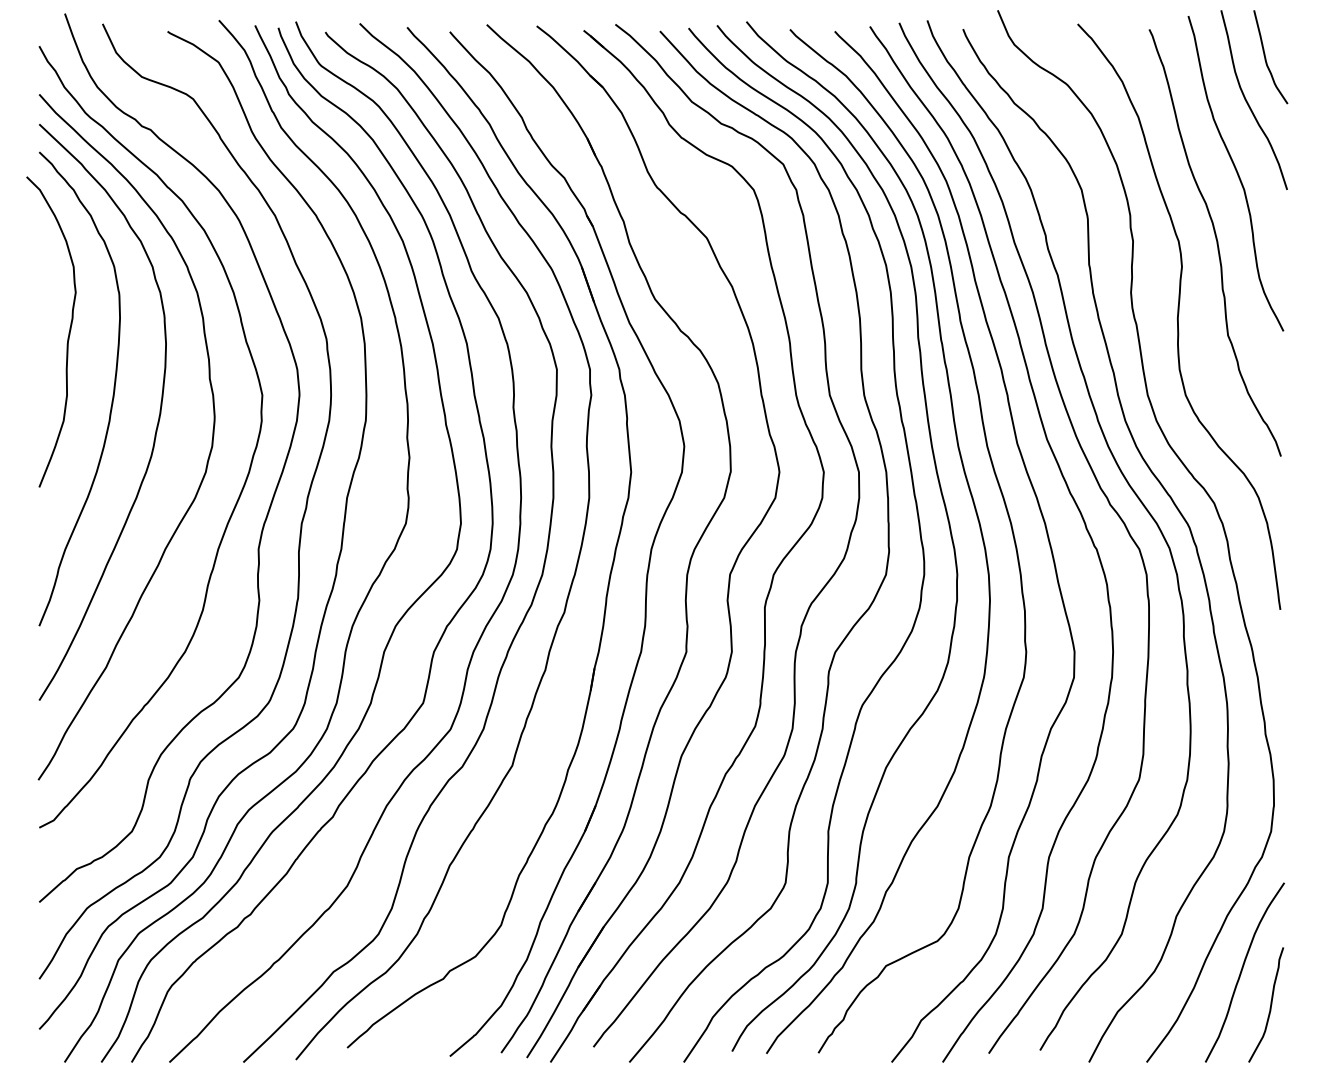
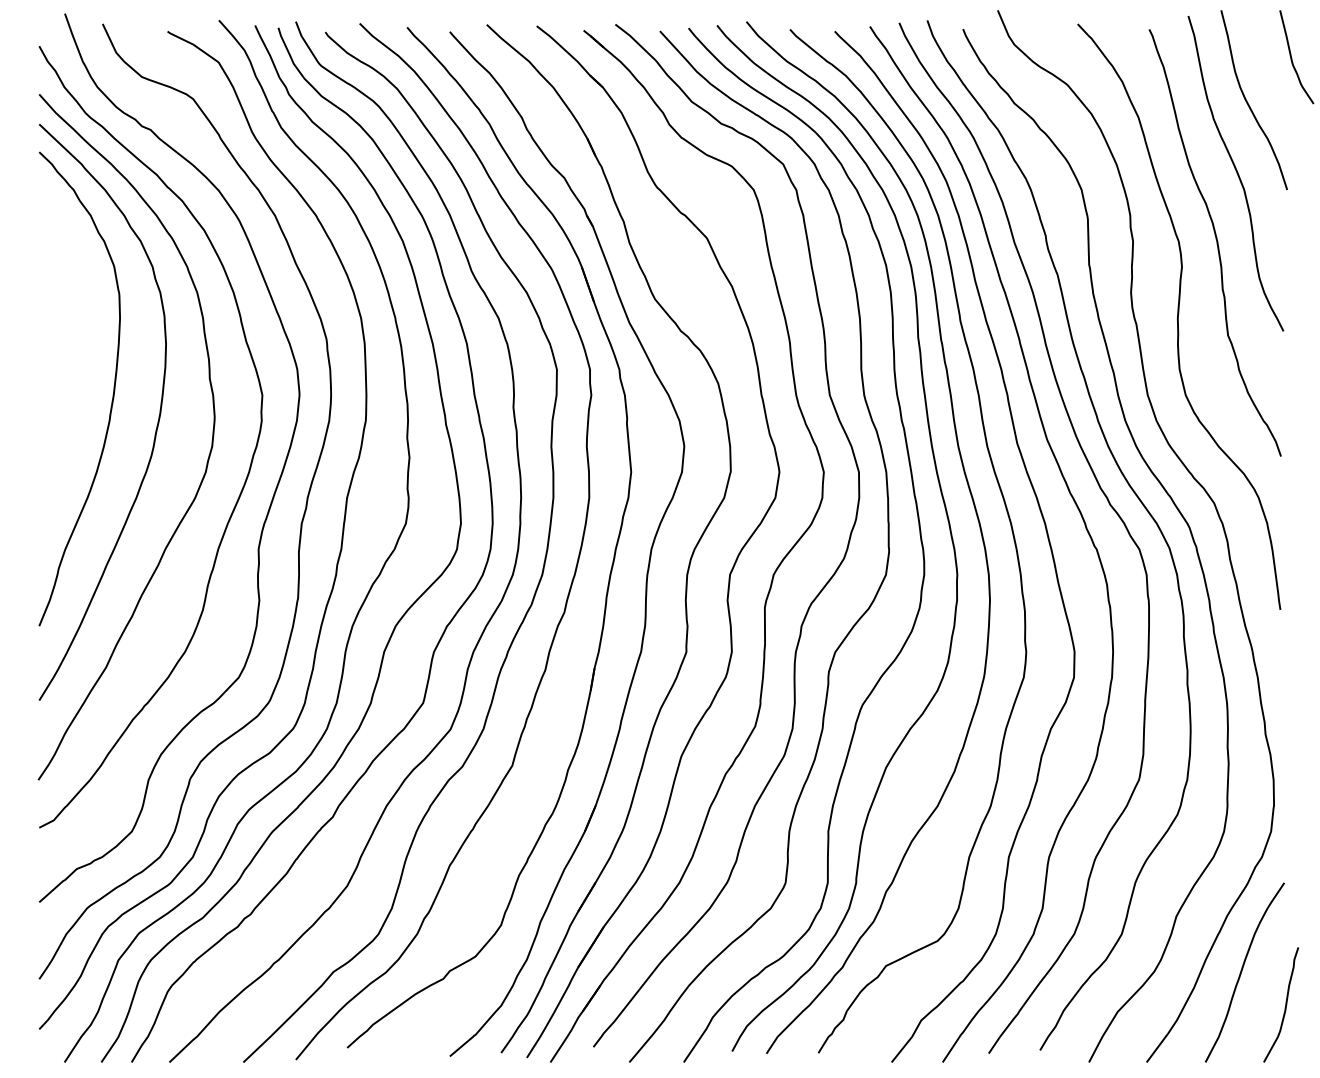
curve at (1266, 58) position: (1266, 58) -> (1292, 58)
curve at (68, 332): present -> none
curve at (1270, 1004) position: (1270, 1004) -> (1285, 1004)
